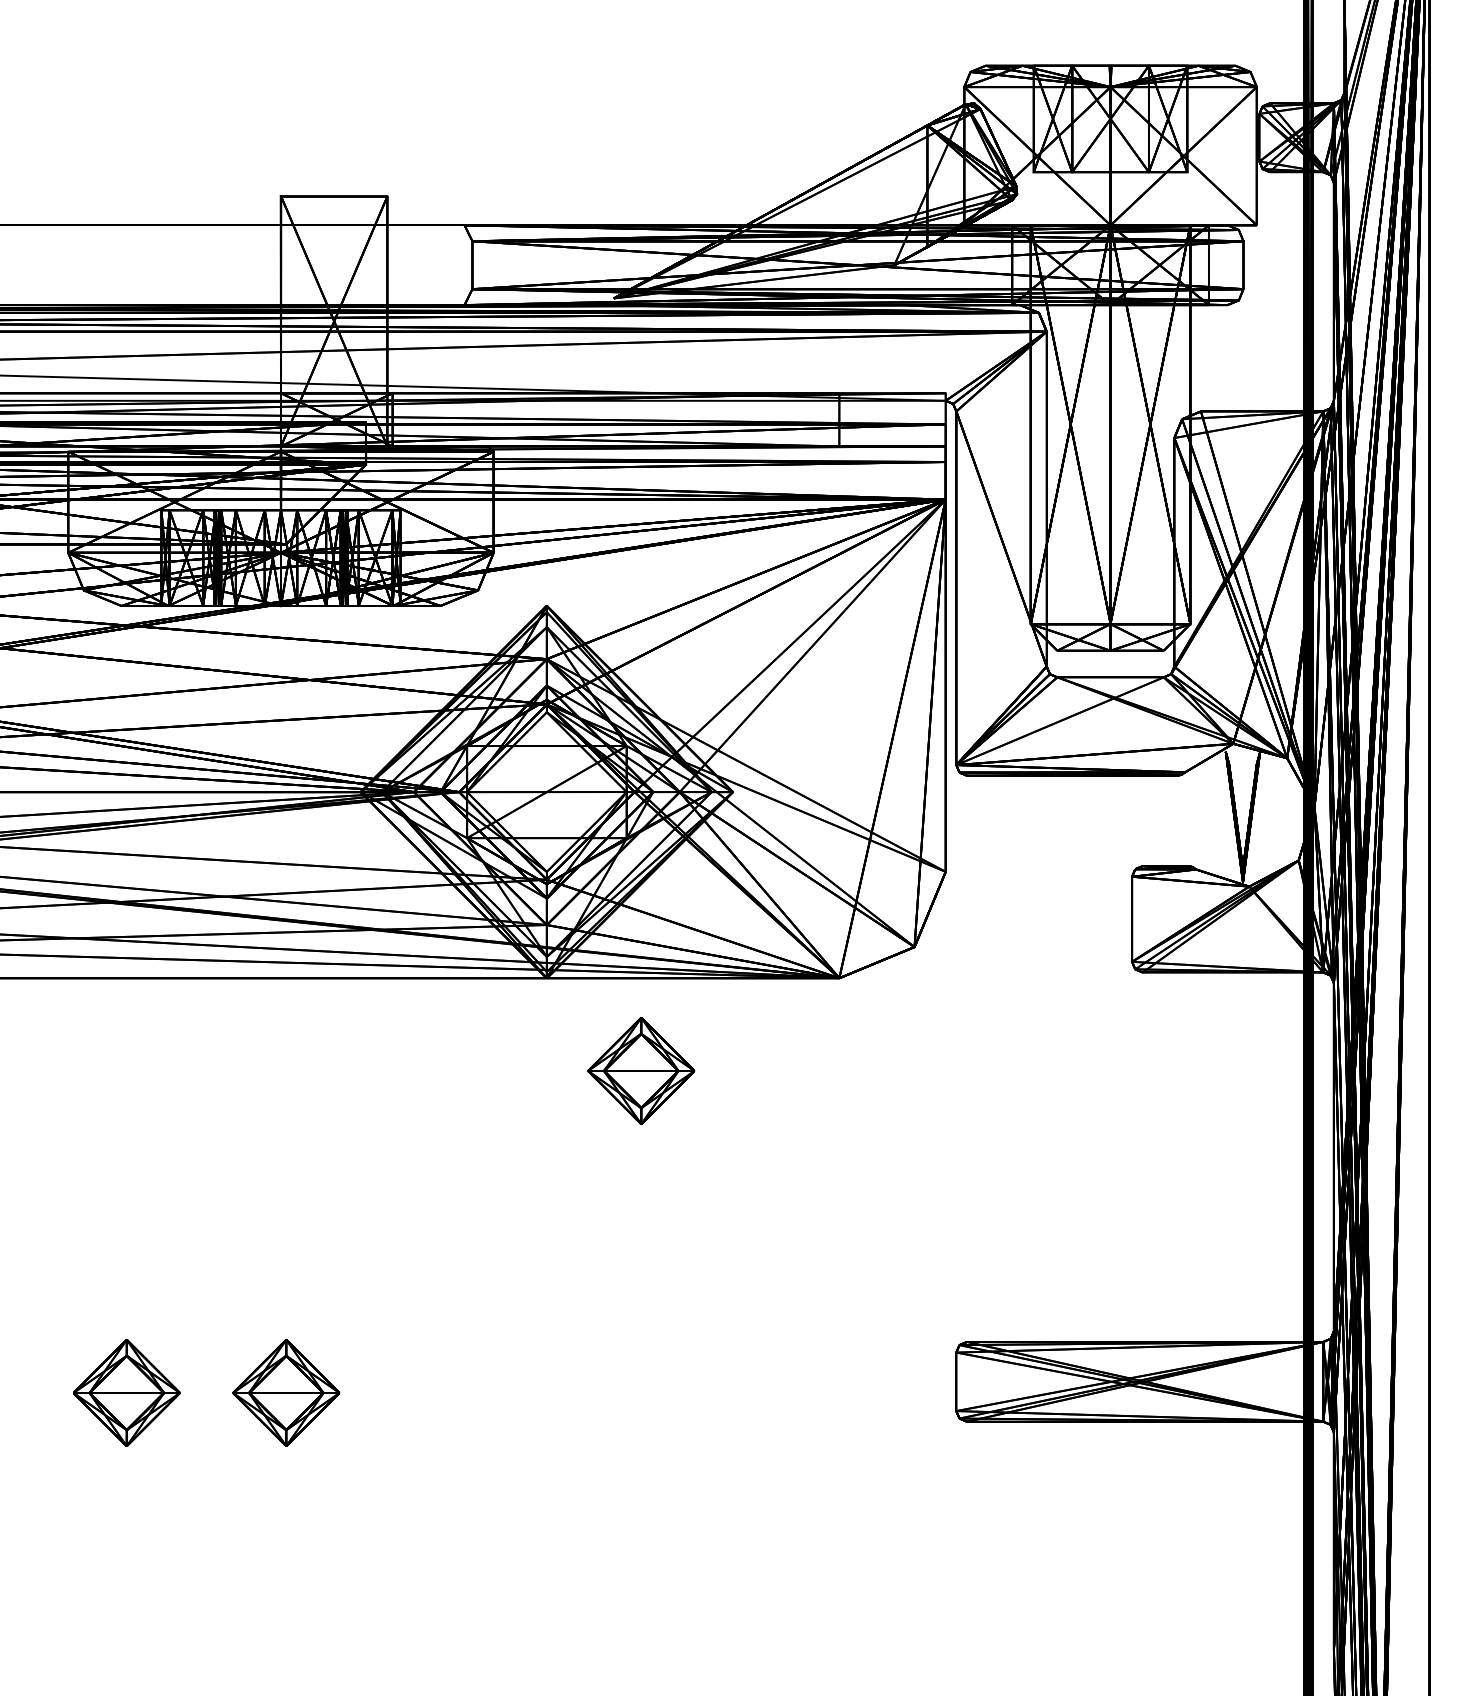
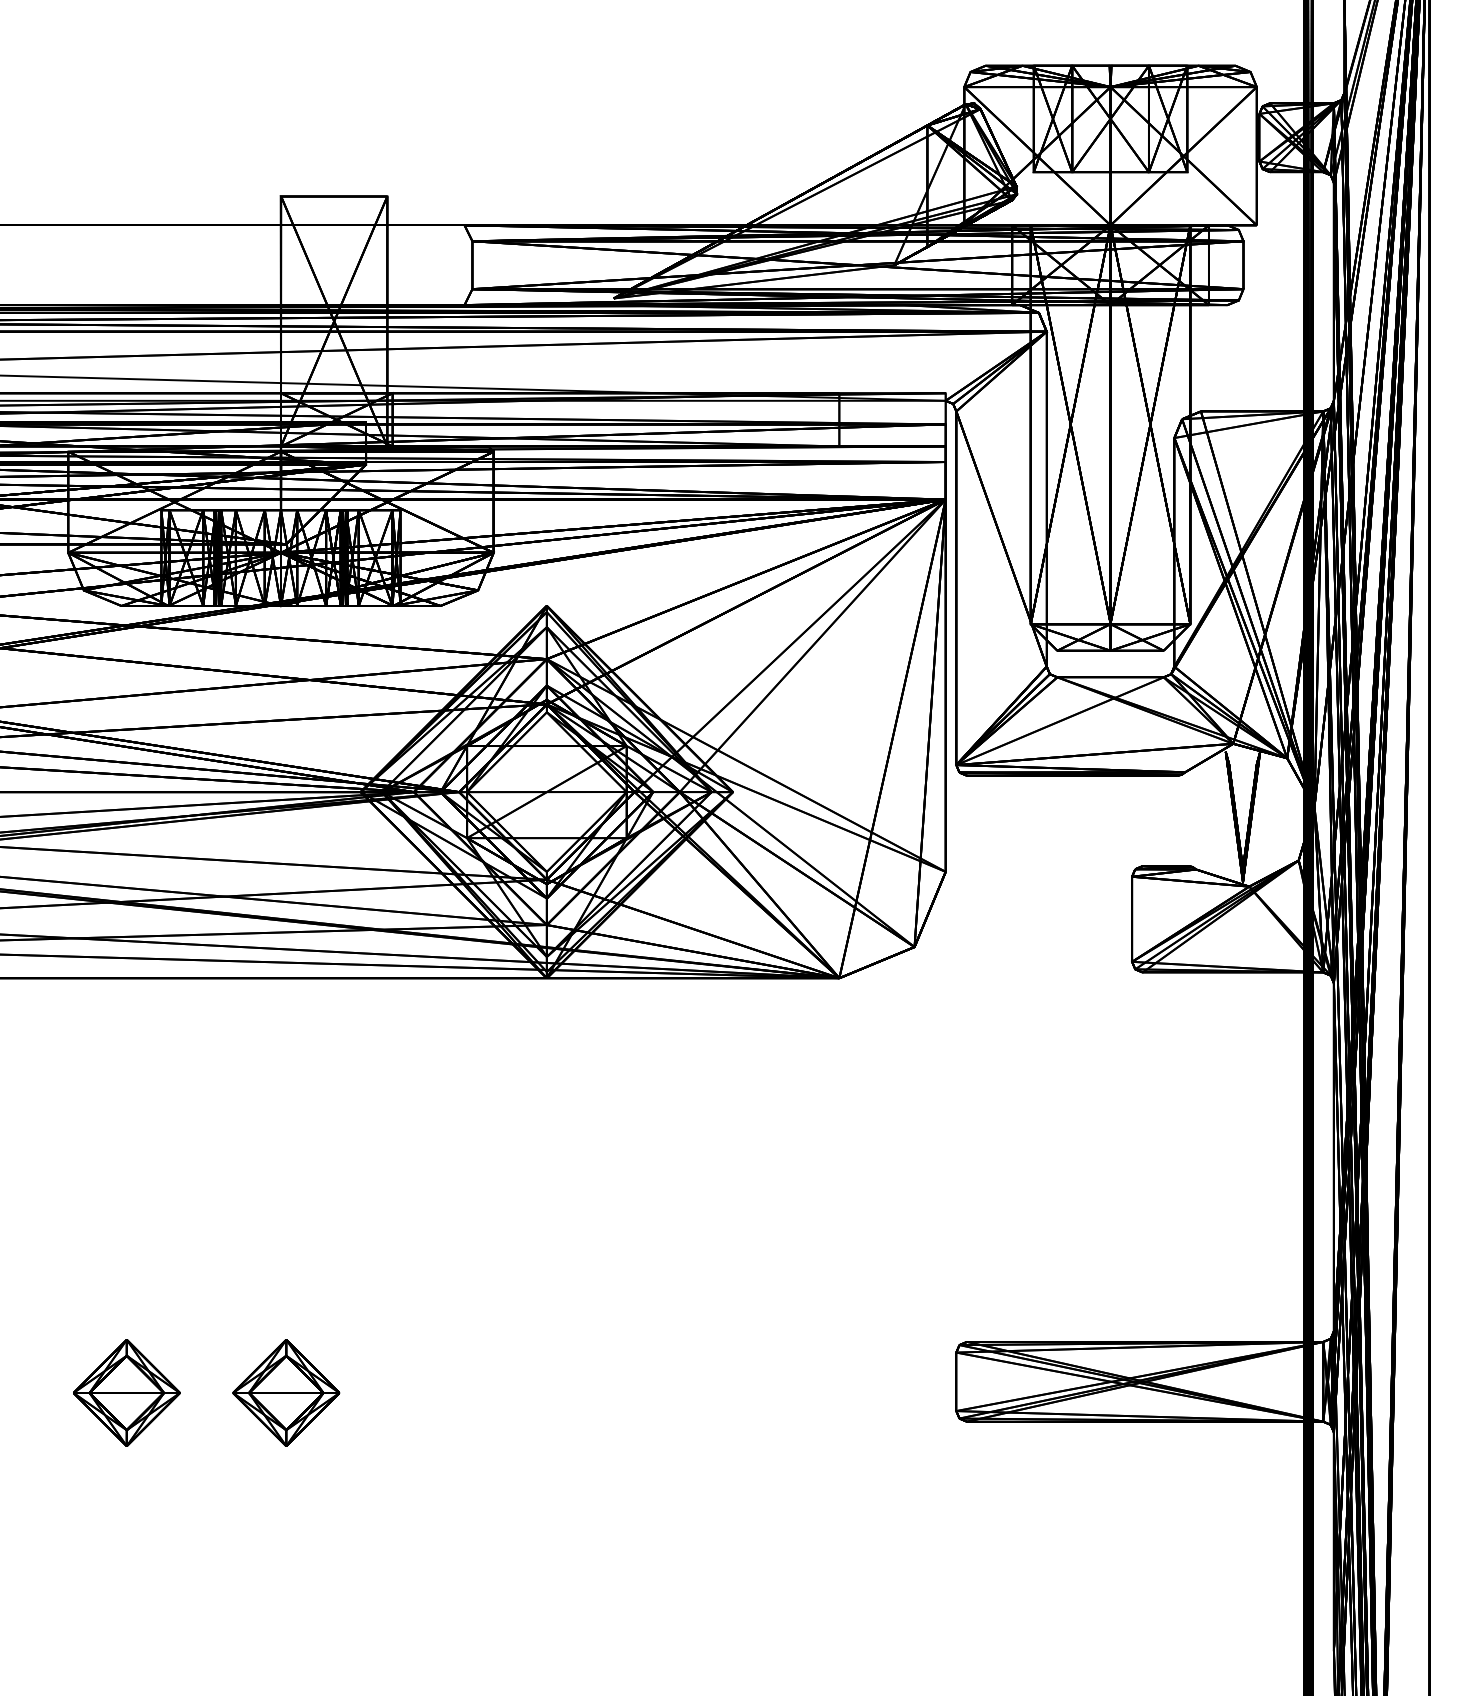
part at (641, 1070): present -> none
